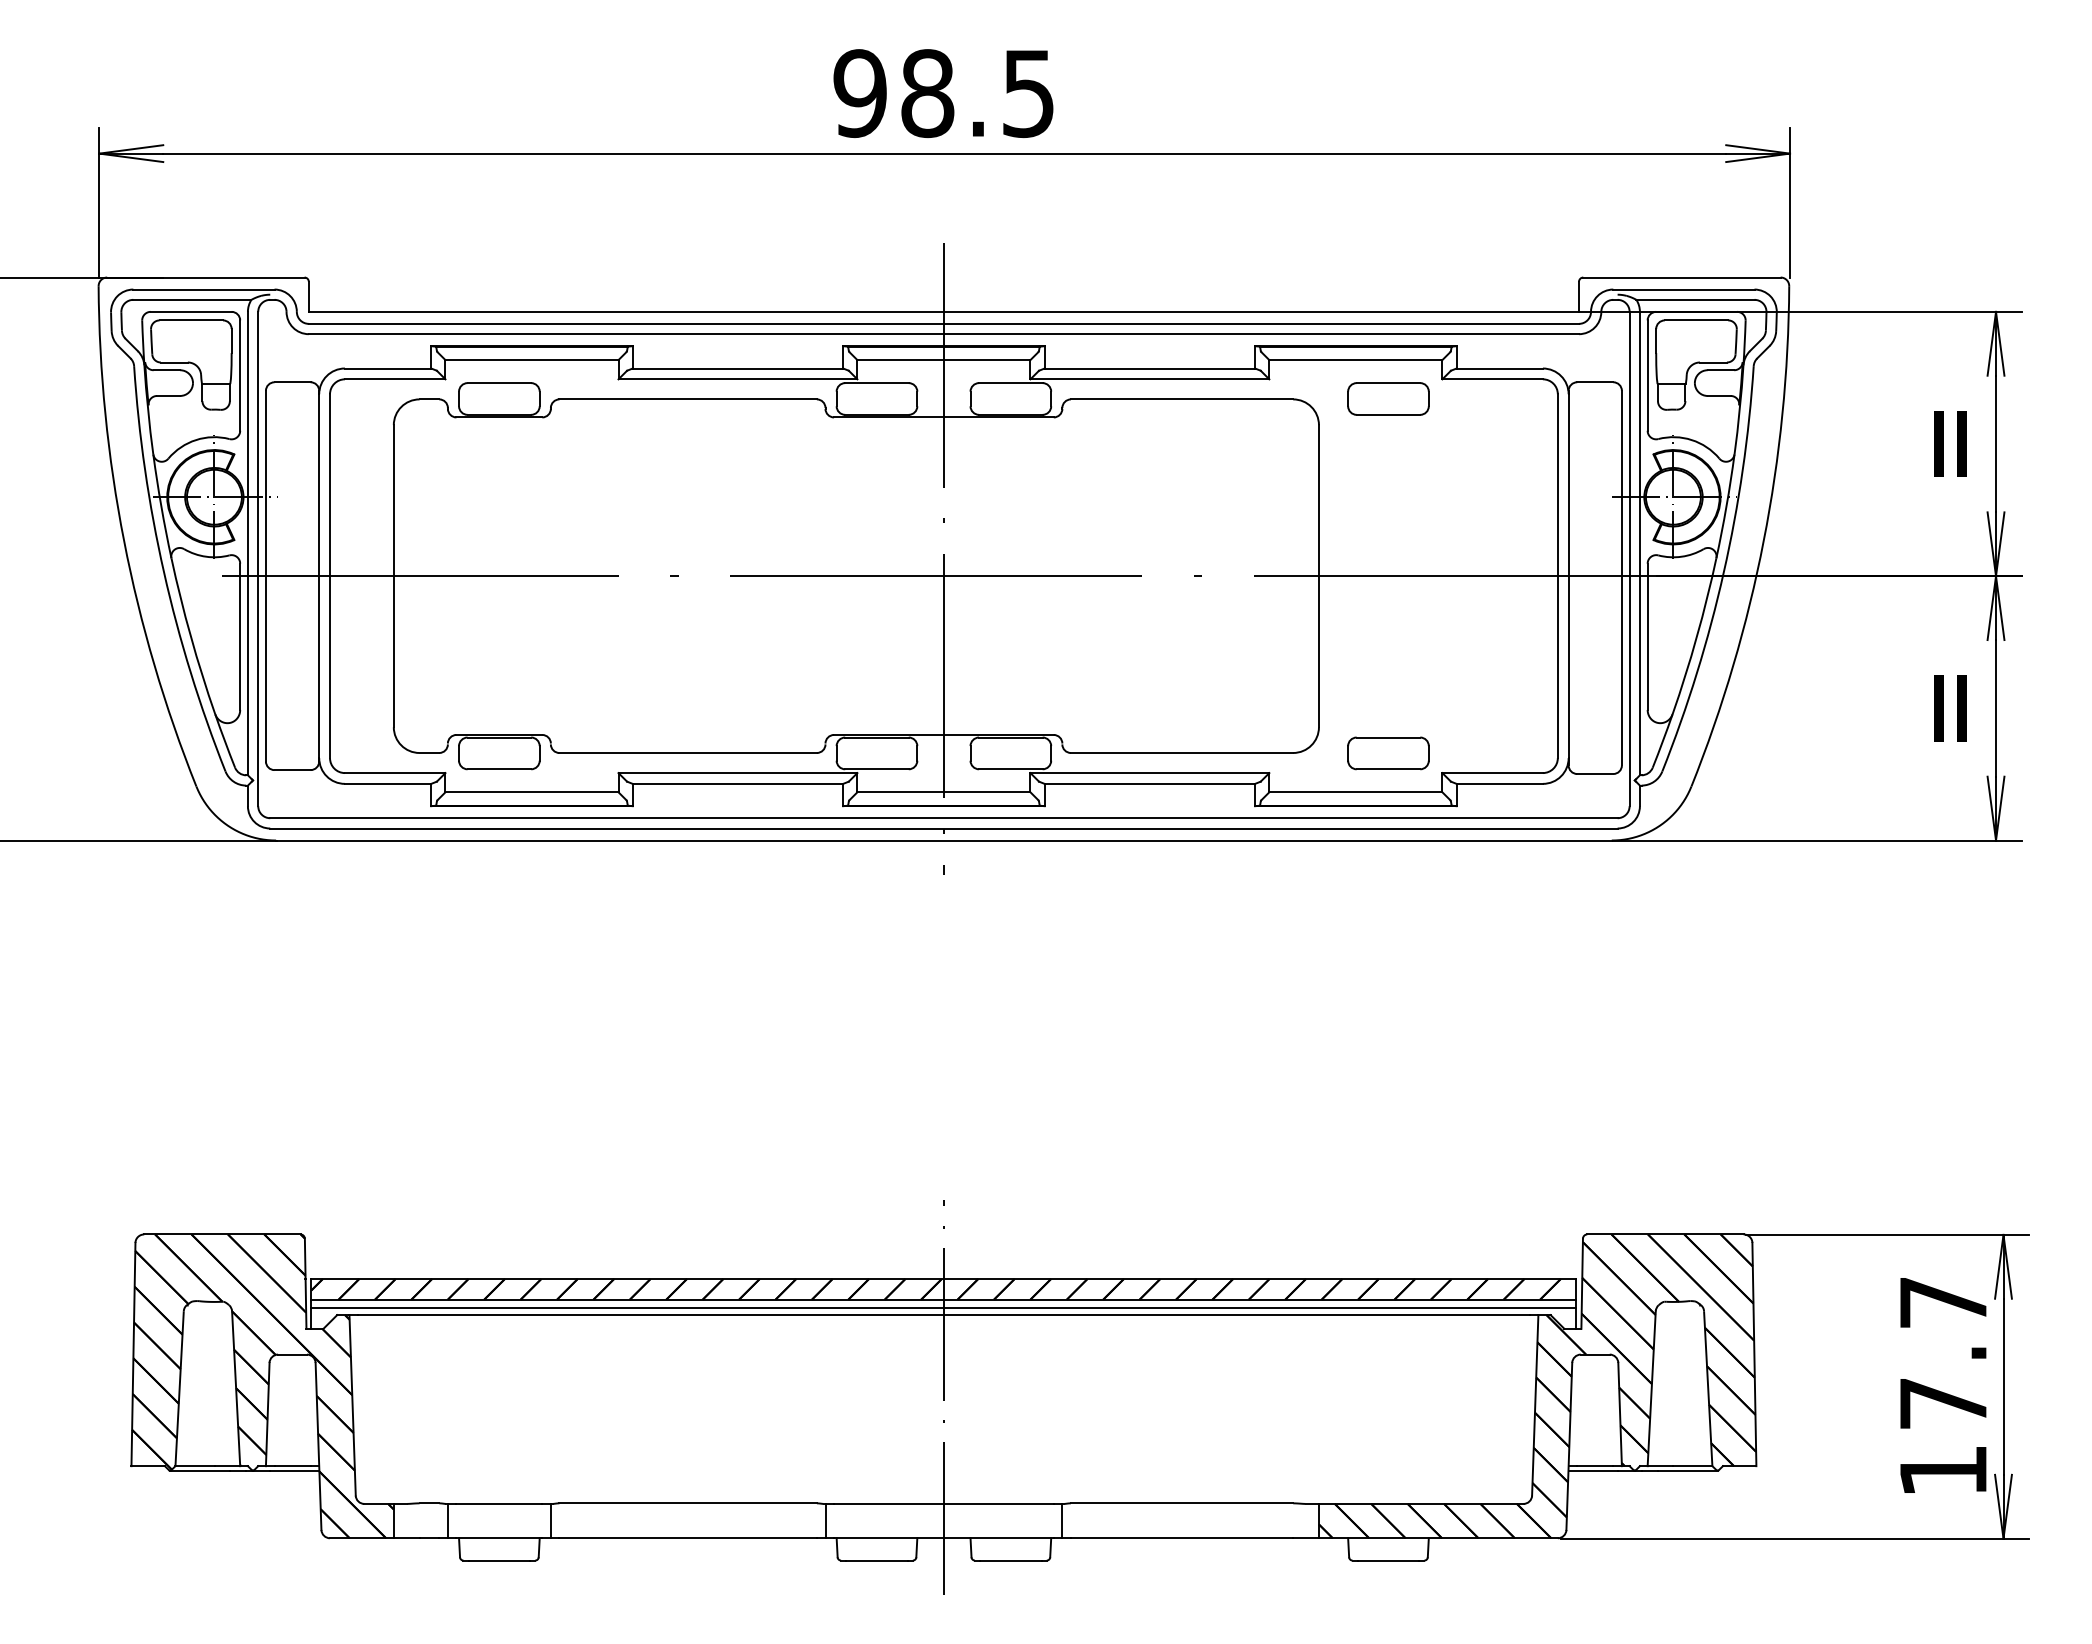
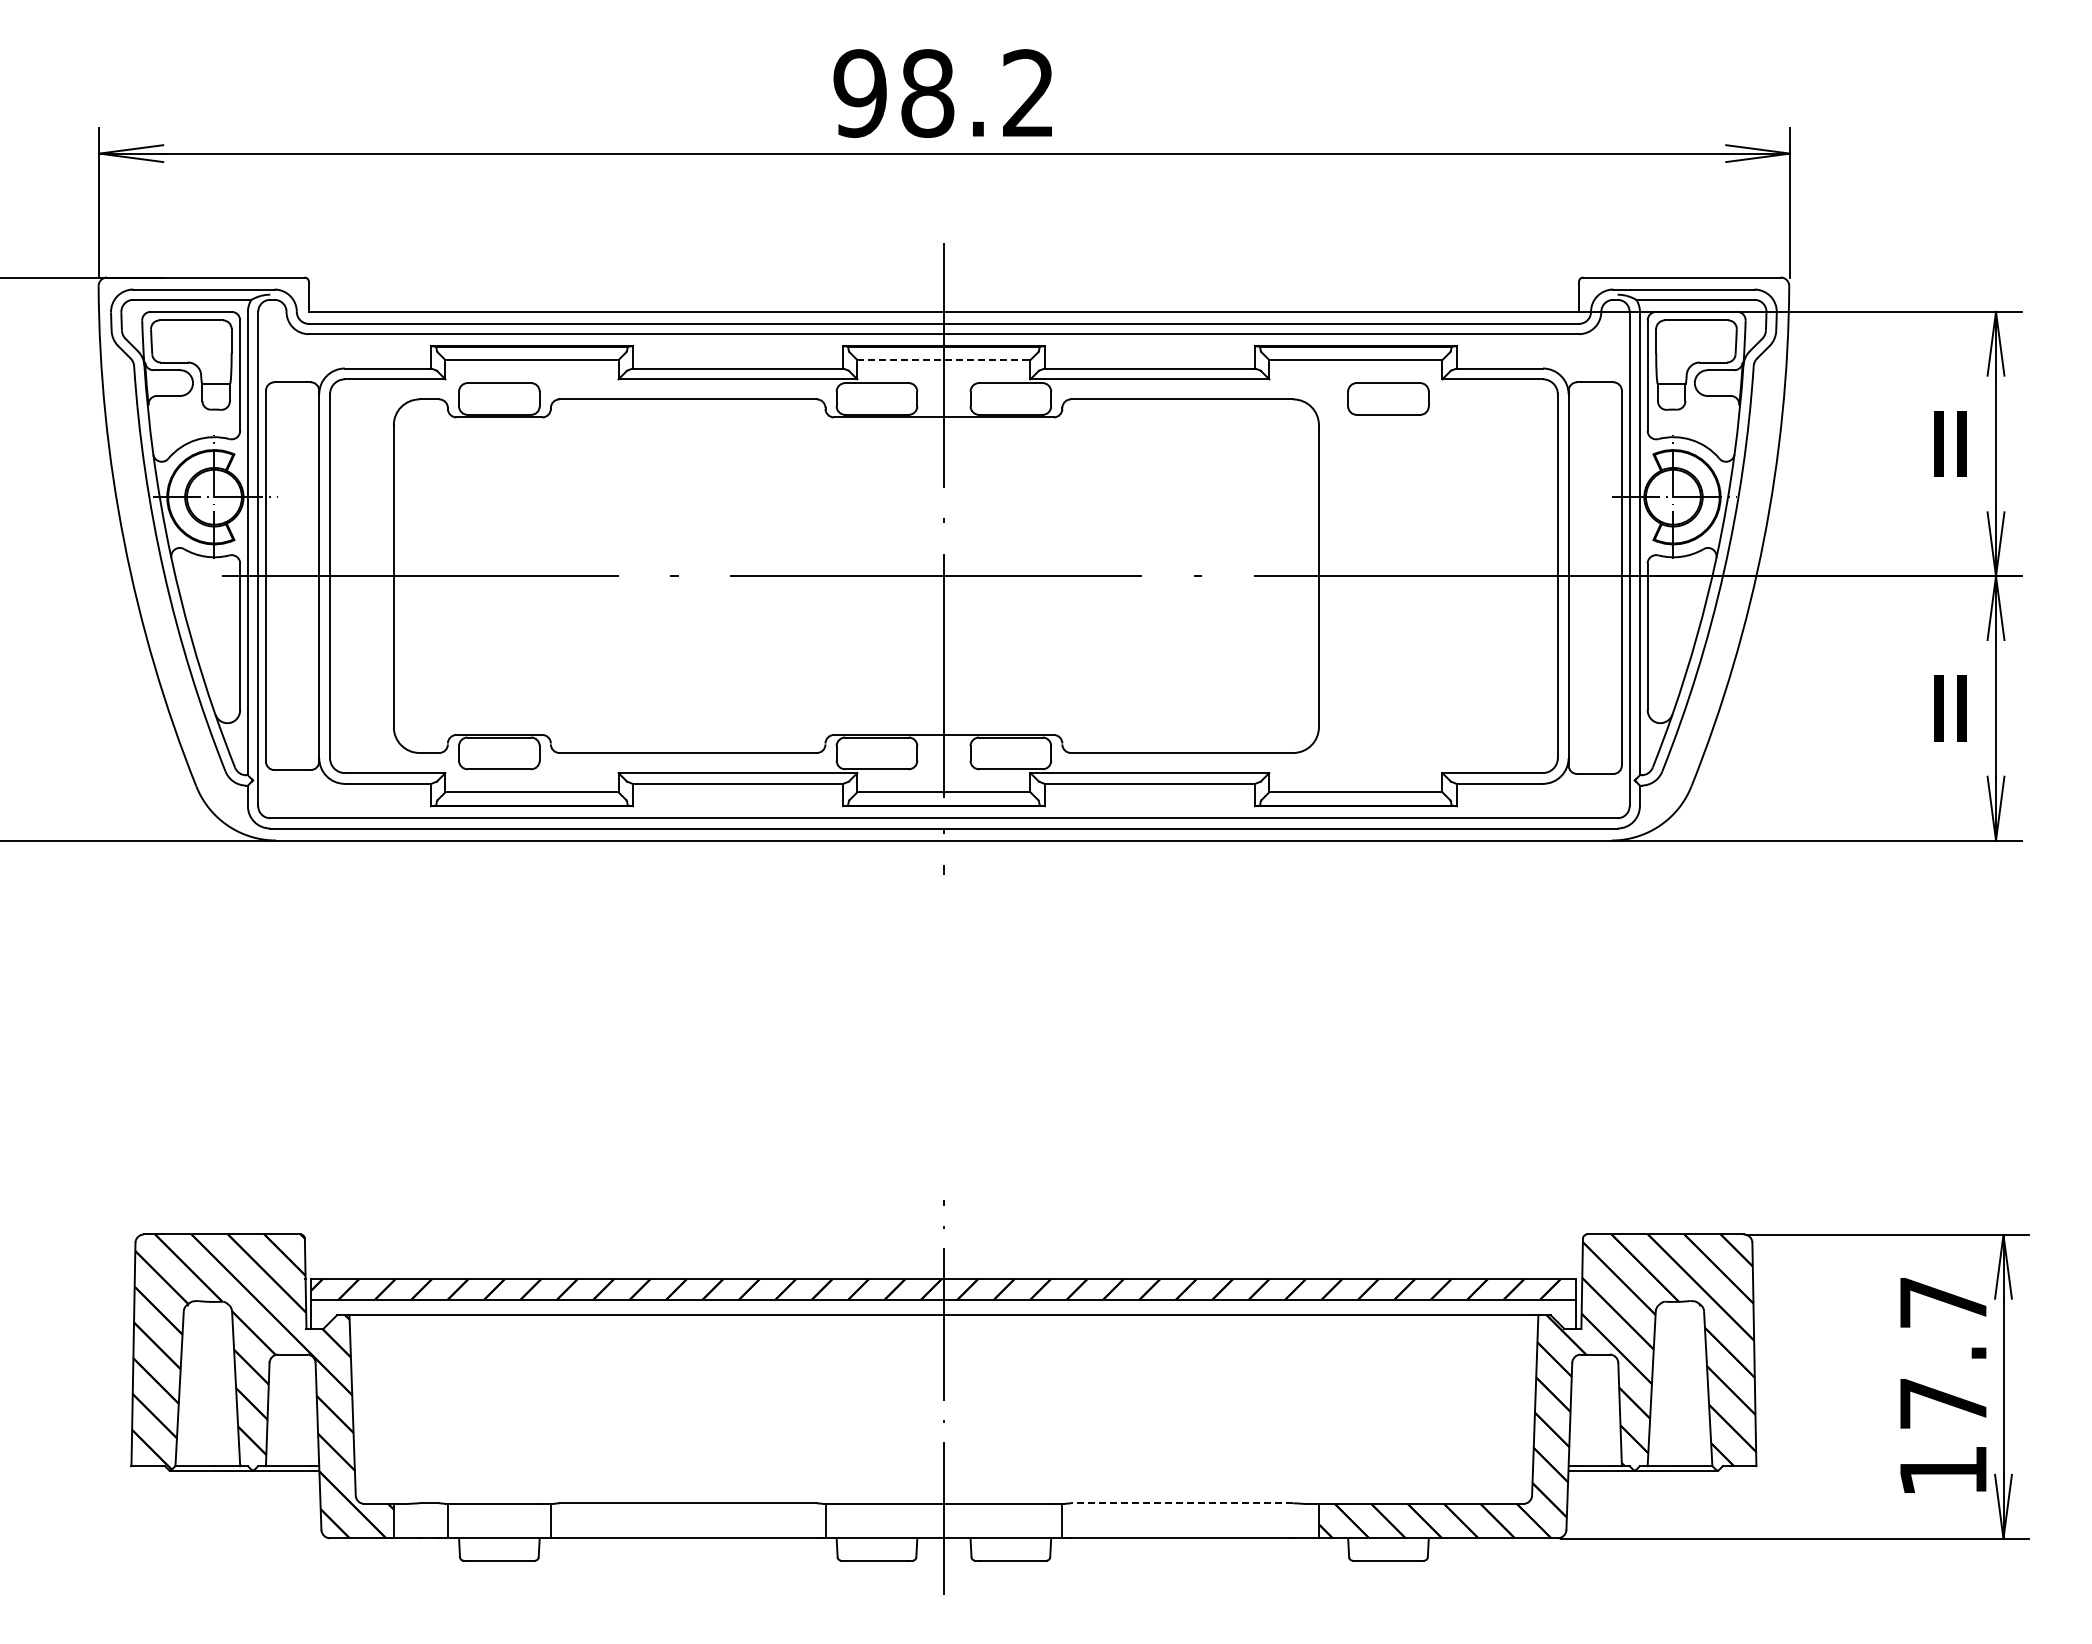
text at (1028, 93): 98.5 -> 98.2
line at (943, 360): solid -> dashed
part at (1388, 753): present -> none
line at (943, 1308): present -> none
line at (1181, 1503): solid -> dashed
